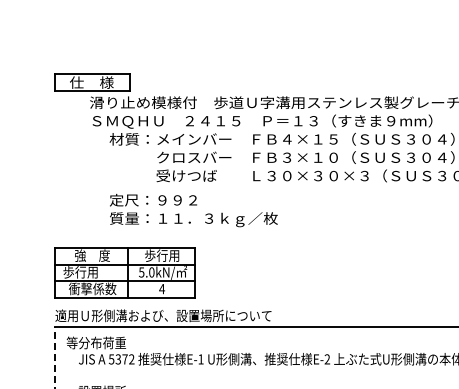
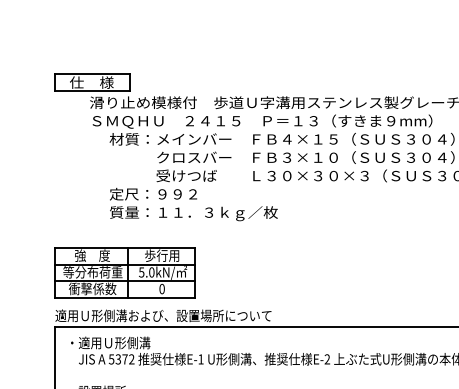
text at (193, 210) position: (193, 210) -> (193, 204)
text at (92, 272): 歩行用 -> 等分布荷重
text at (162, 288): 4 -> 0
text at (108, 342): 等分布荷重 -> ・適用Ｕ形側溝
line at (55, 357): dashed -> solid
